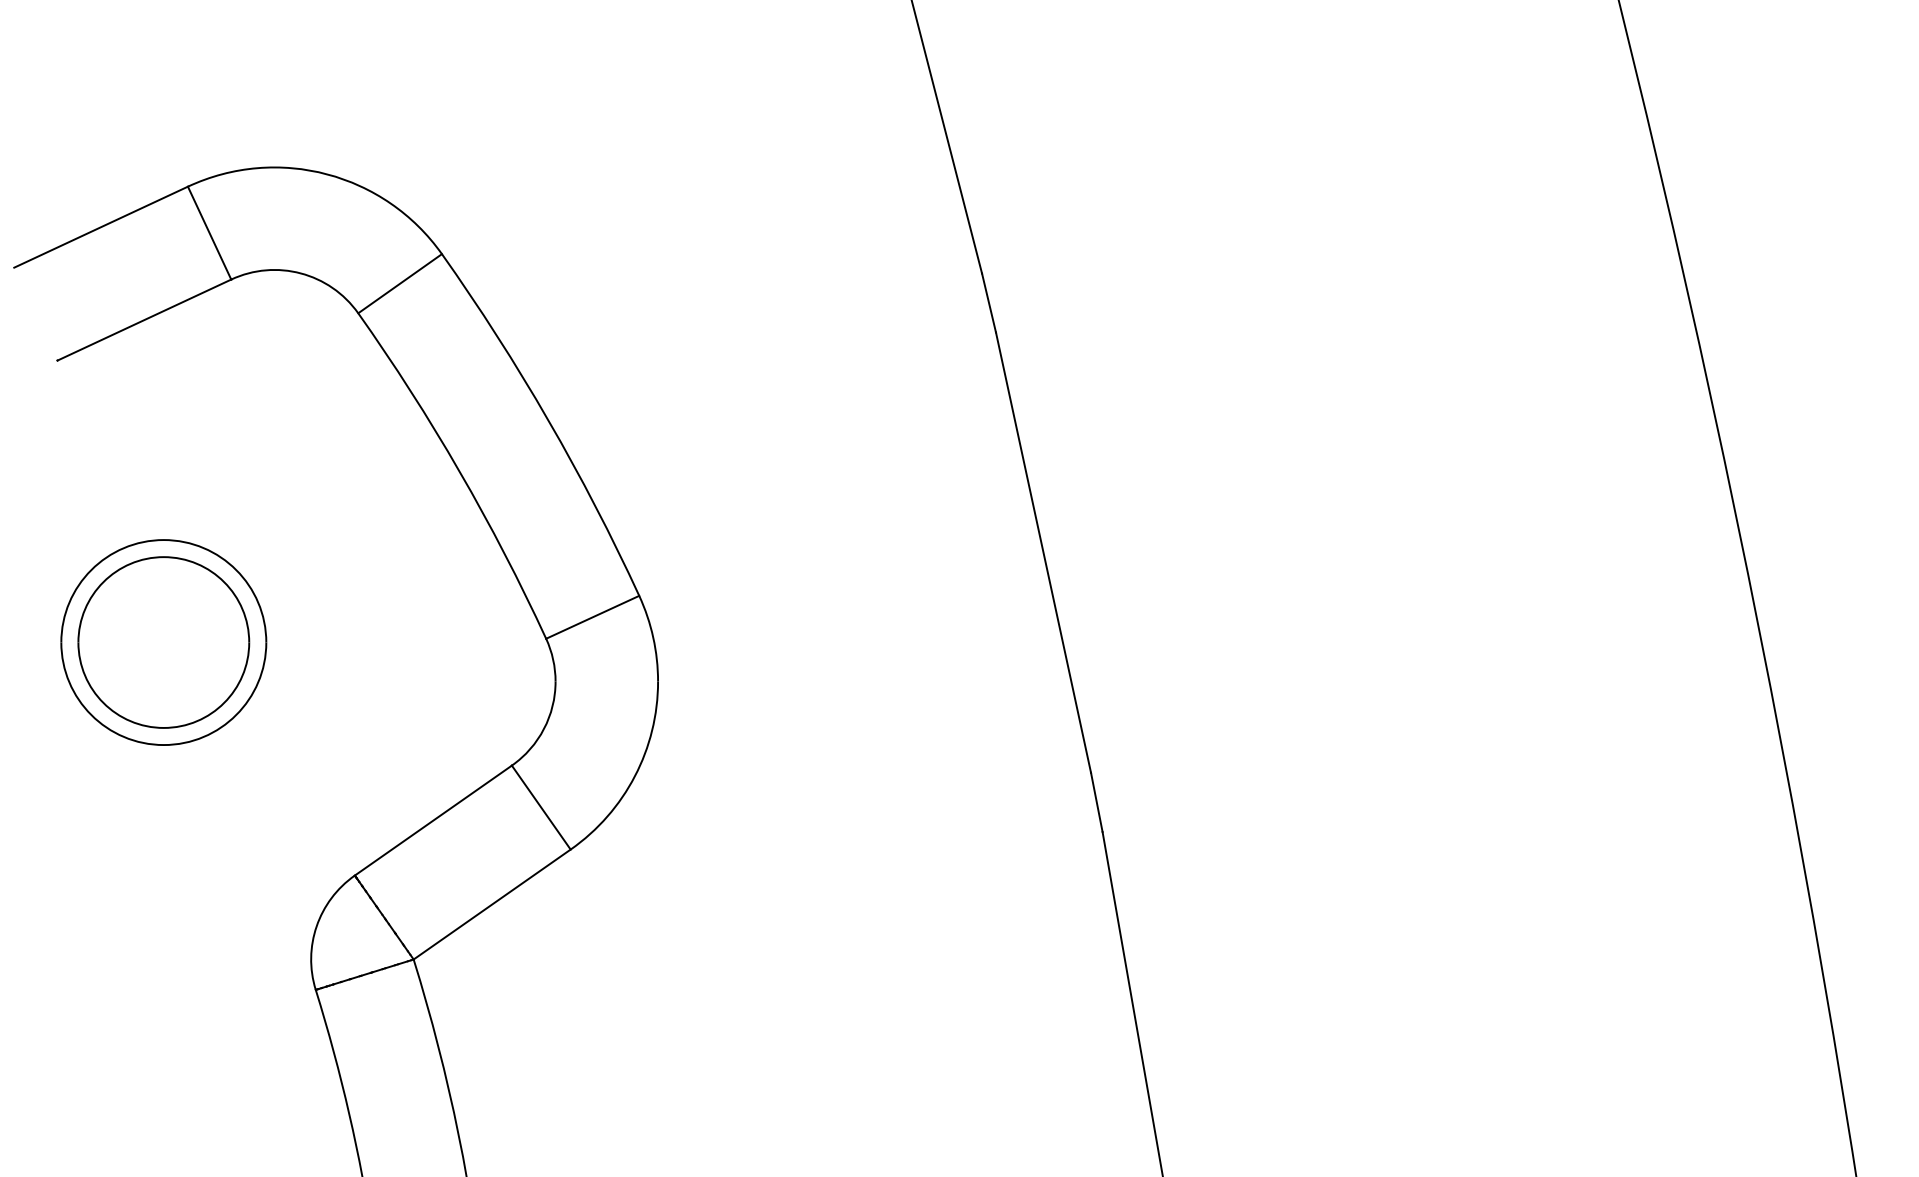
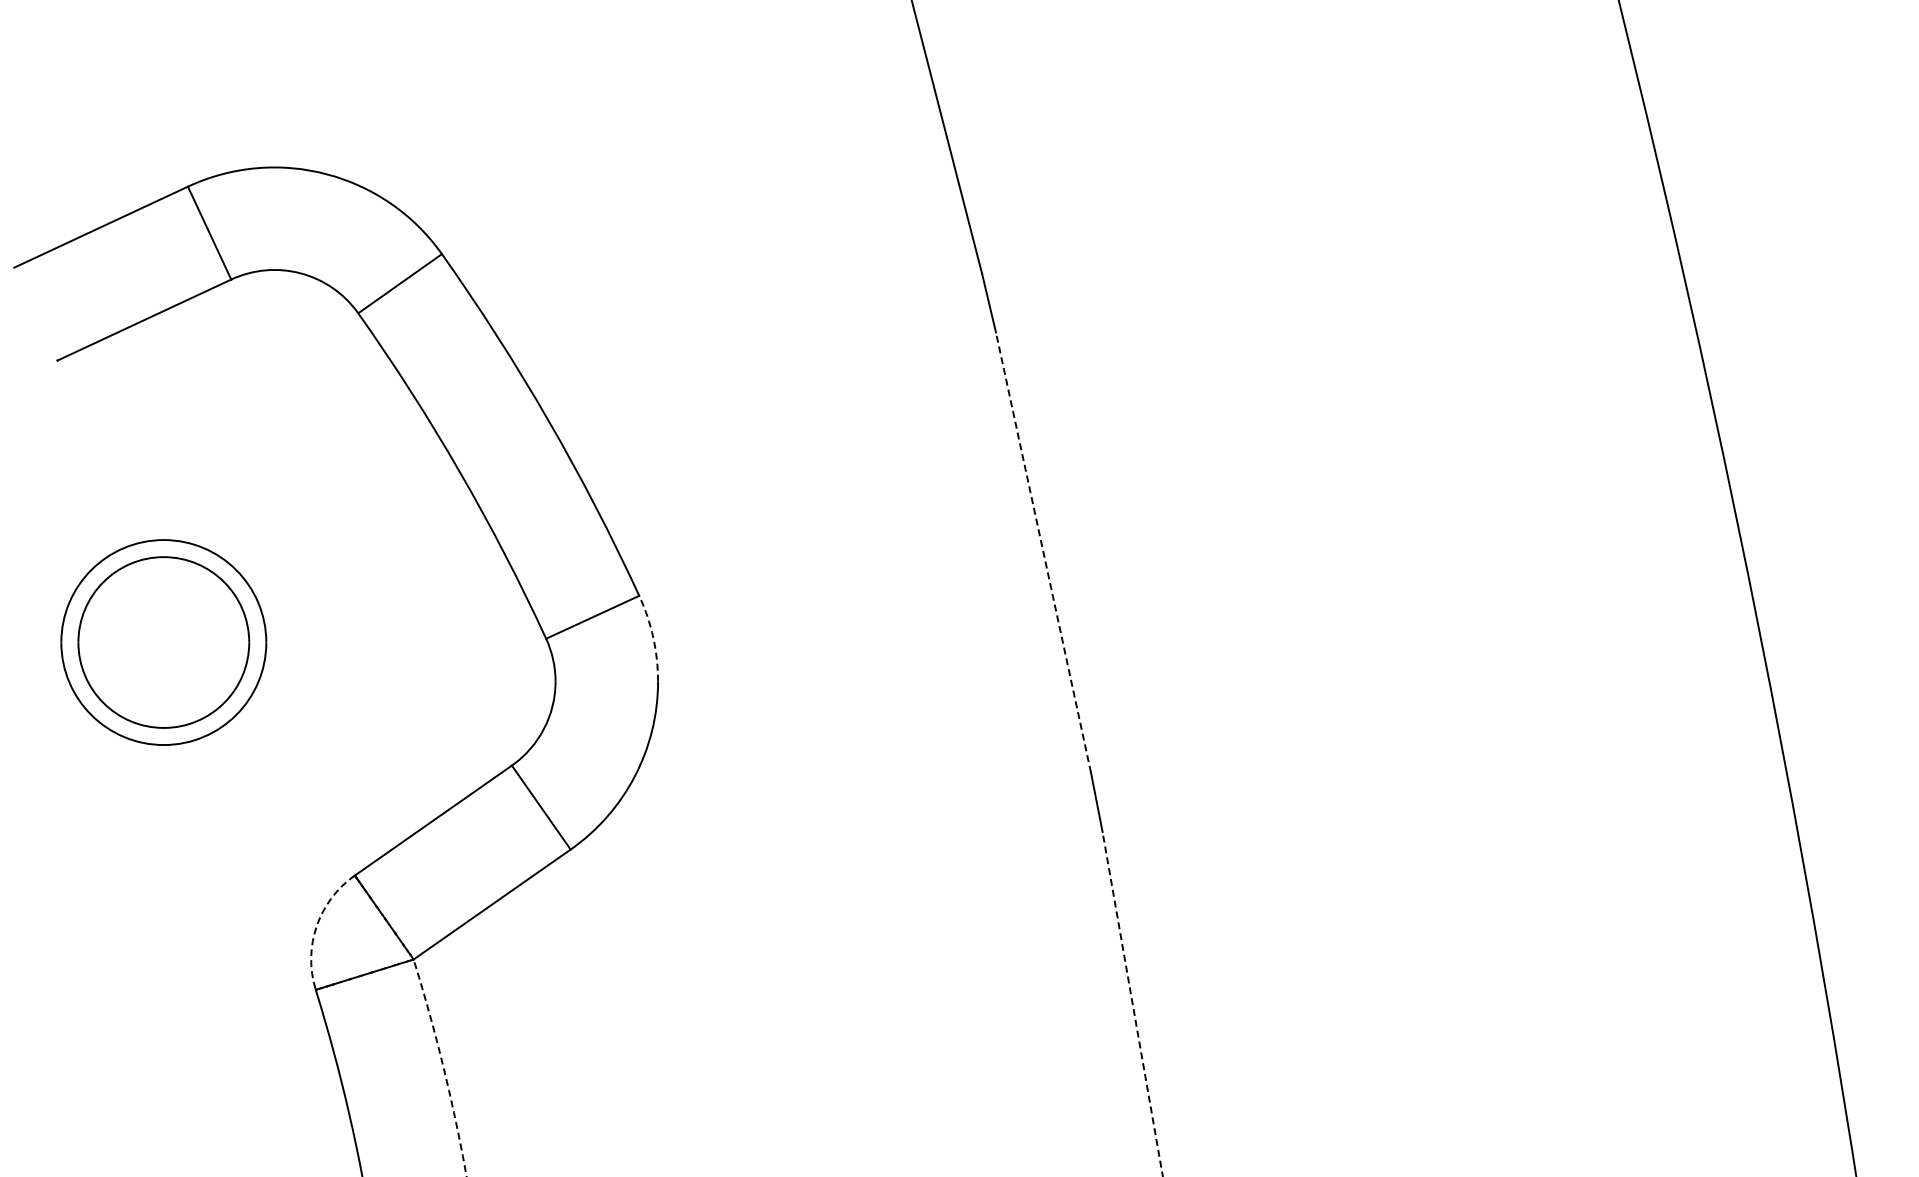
line at (1043, 552): solid -> dashed
arc at (653, 637): solid -> dashed
arc at (316, 926): solid -> dashed
line at (1132, 1004): solid -> dashed
arc at (443, 1066): solid -> dashed
